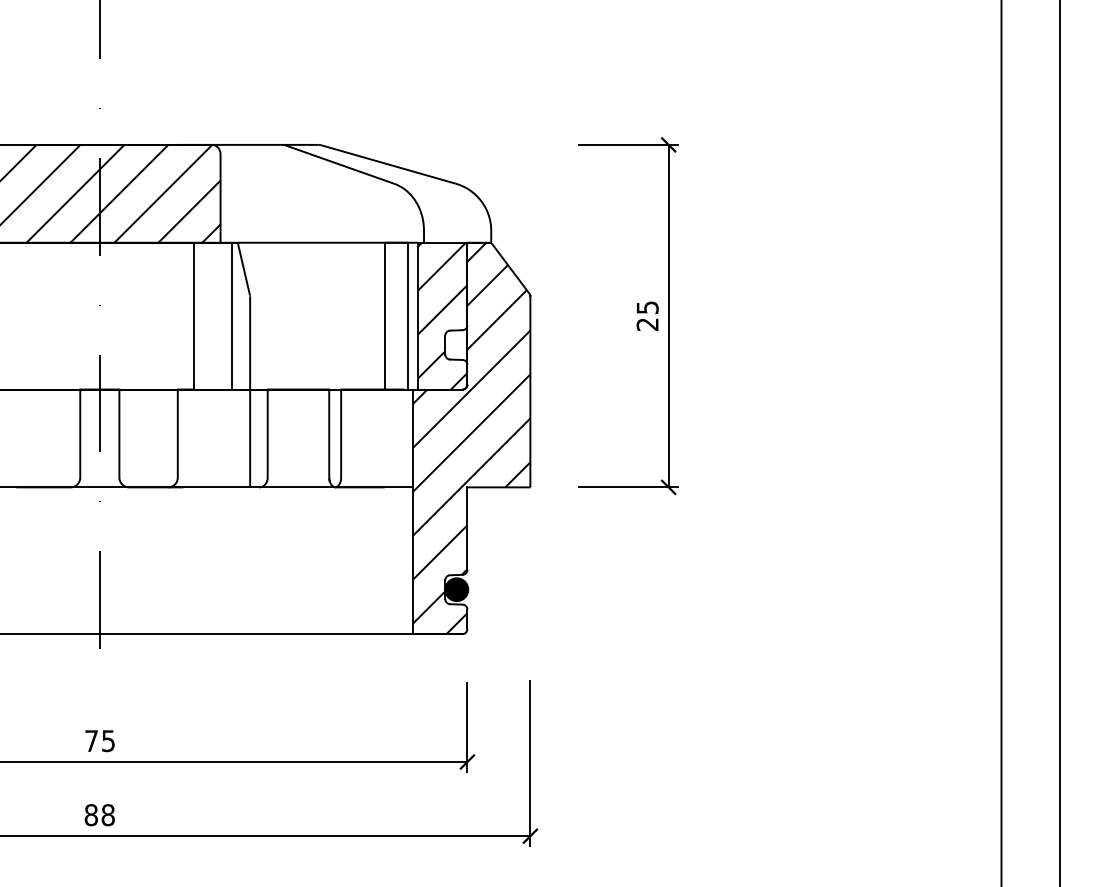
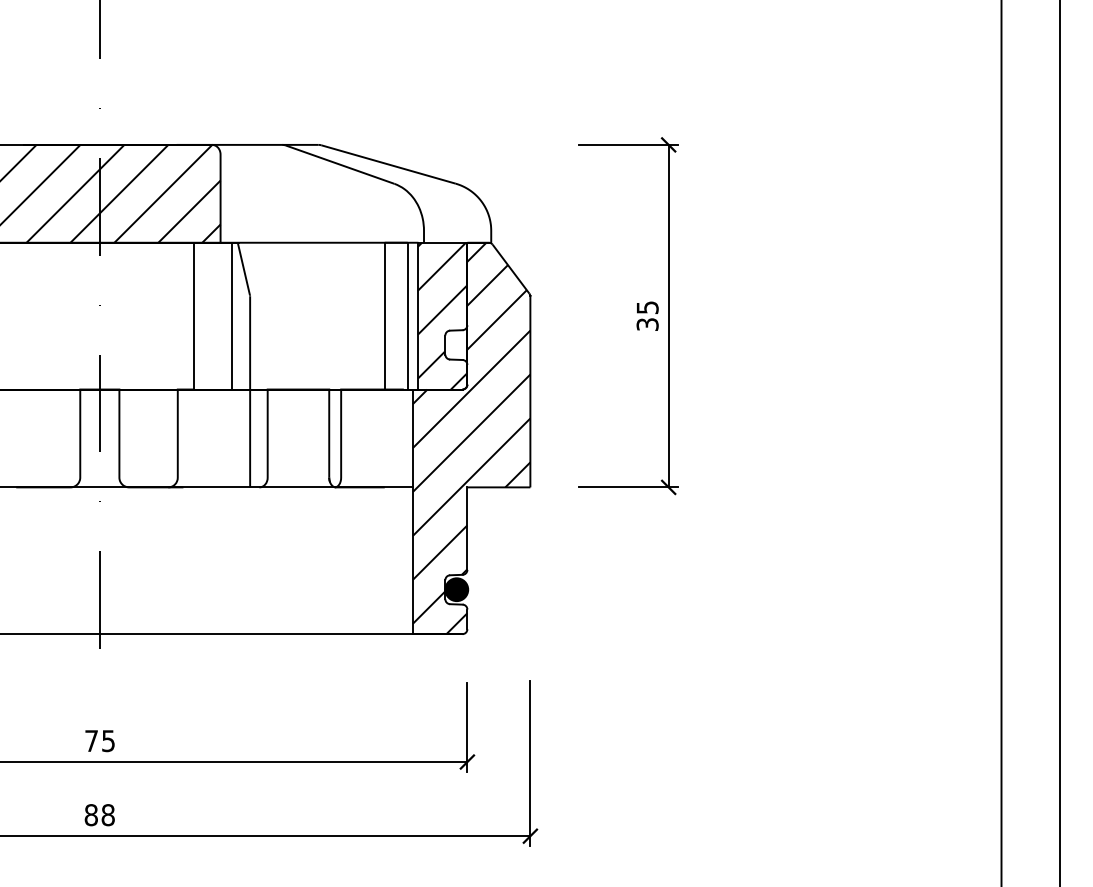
text at (647, 324): 25 -> 35
